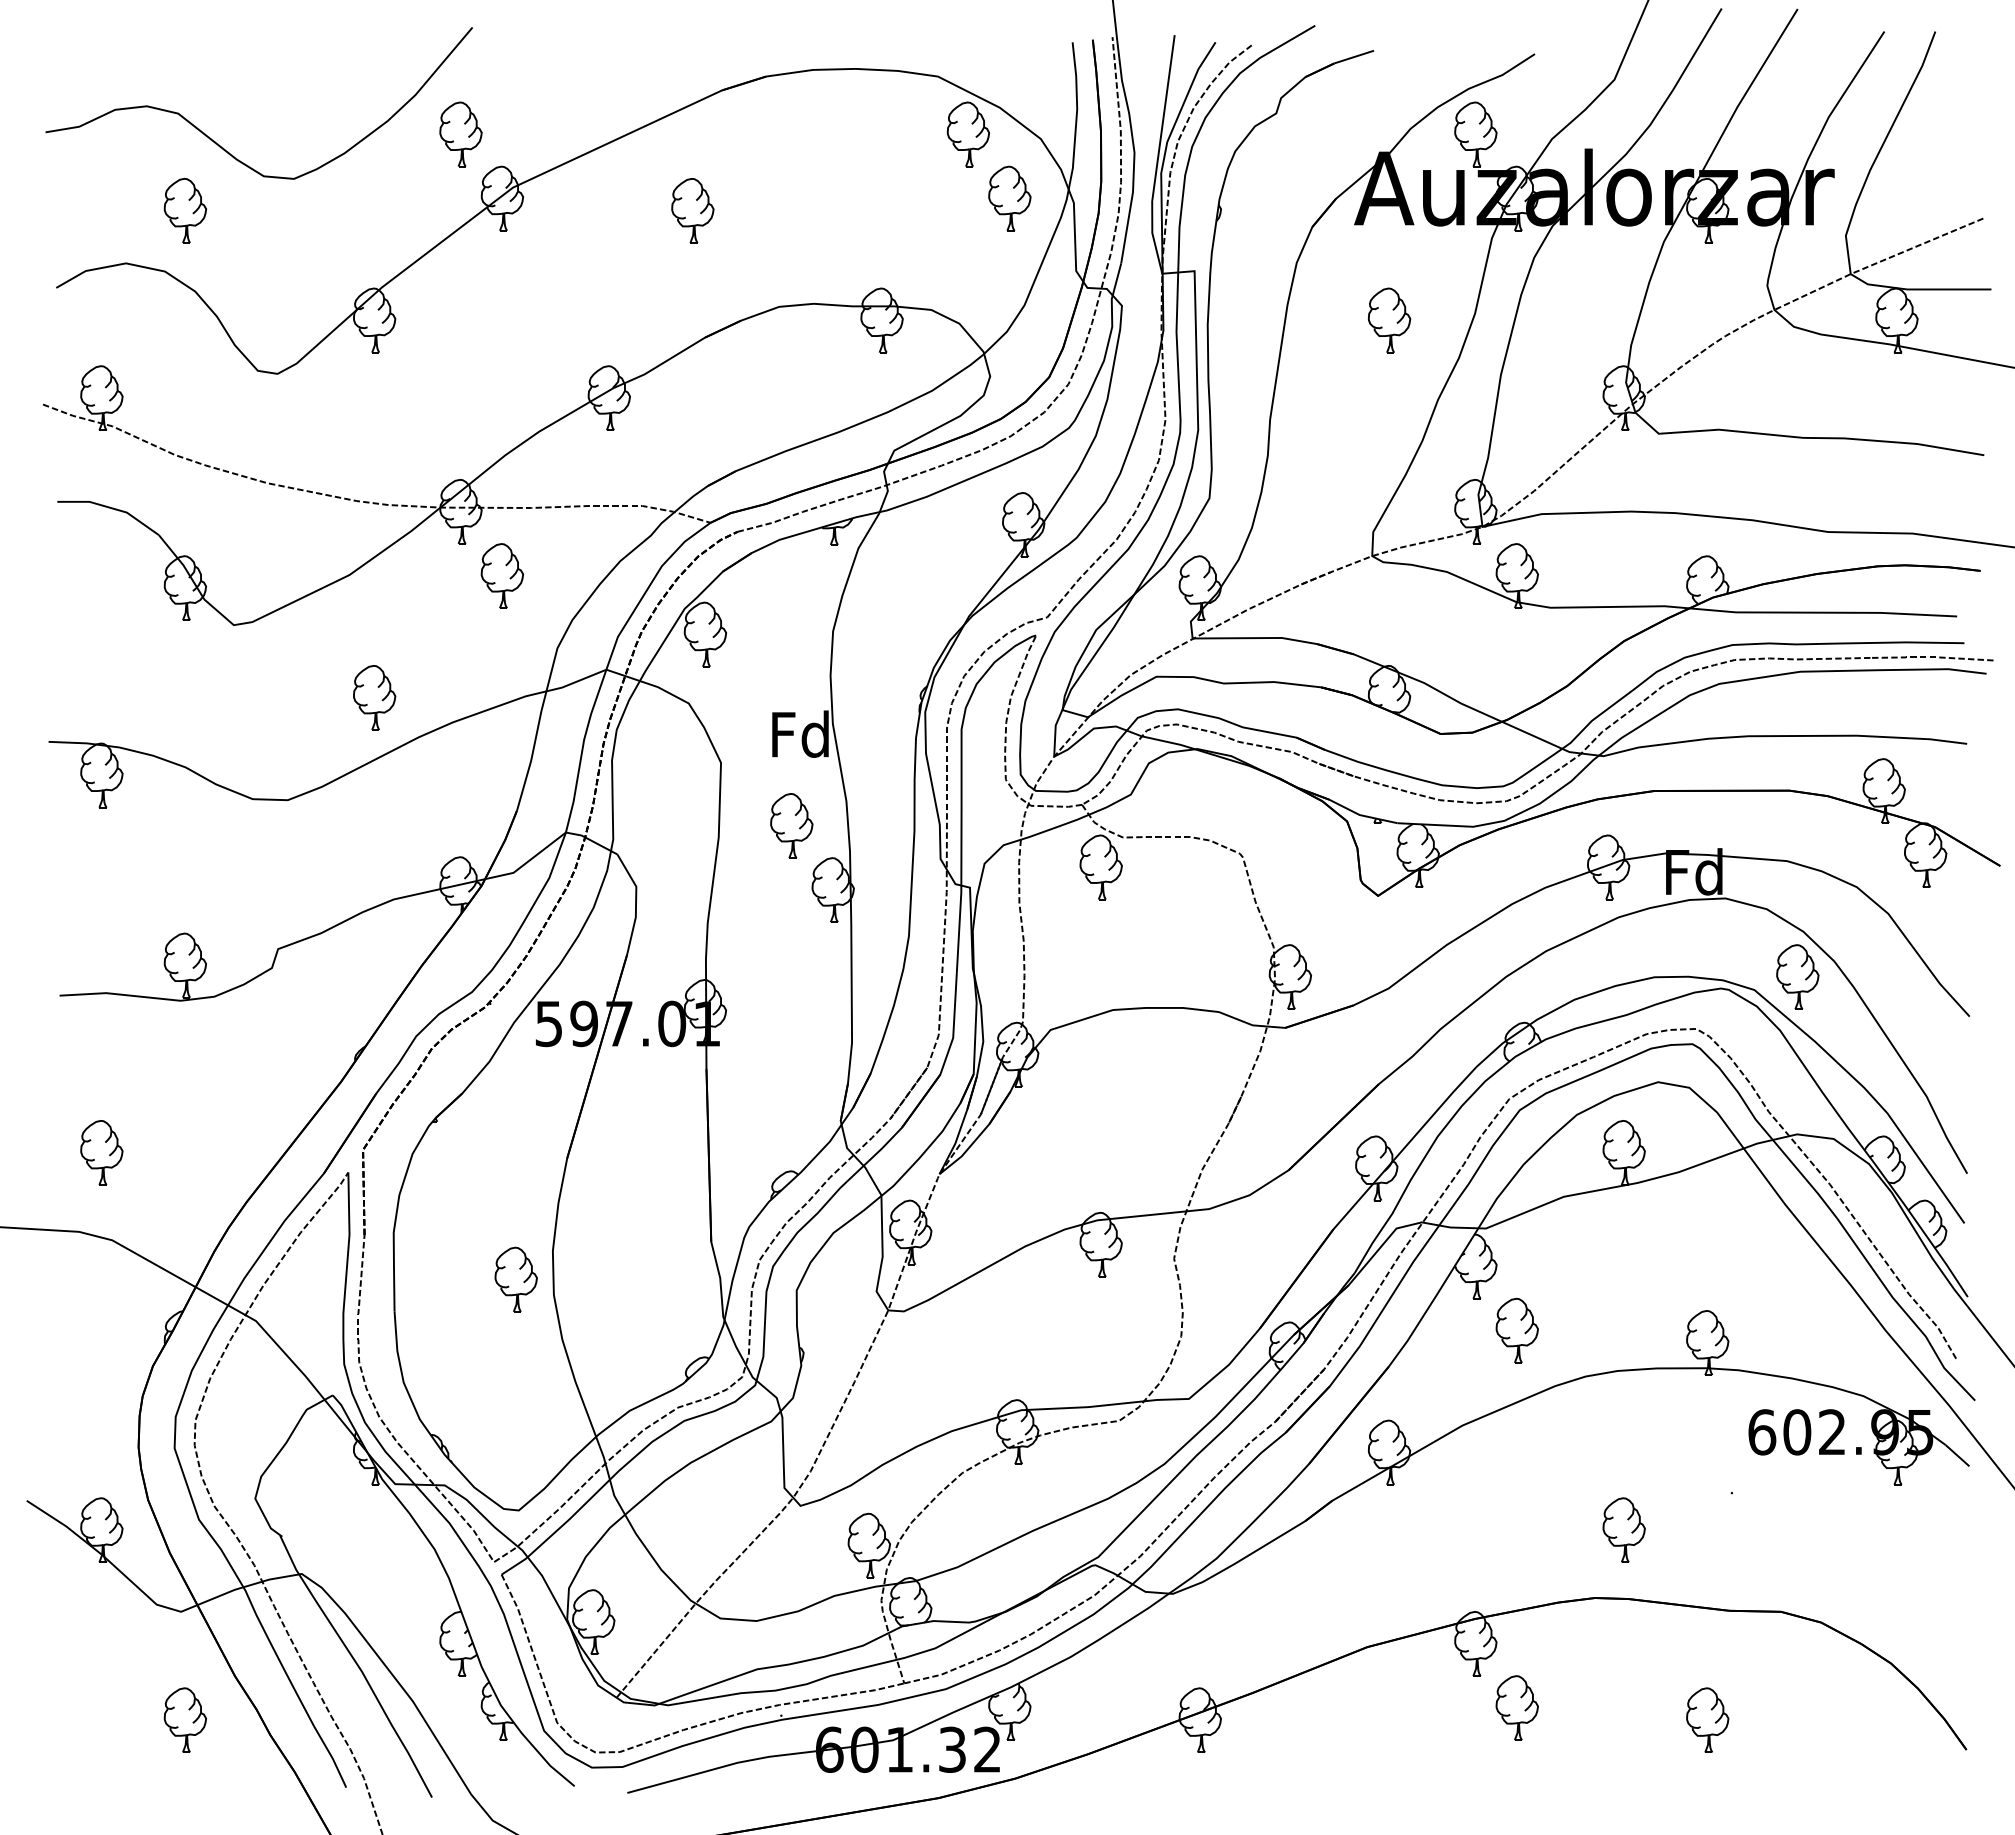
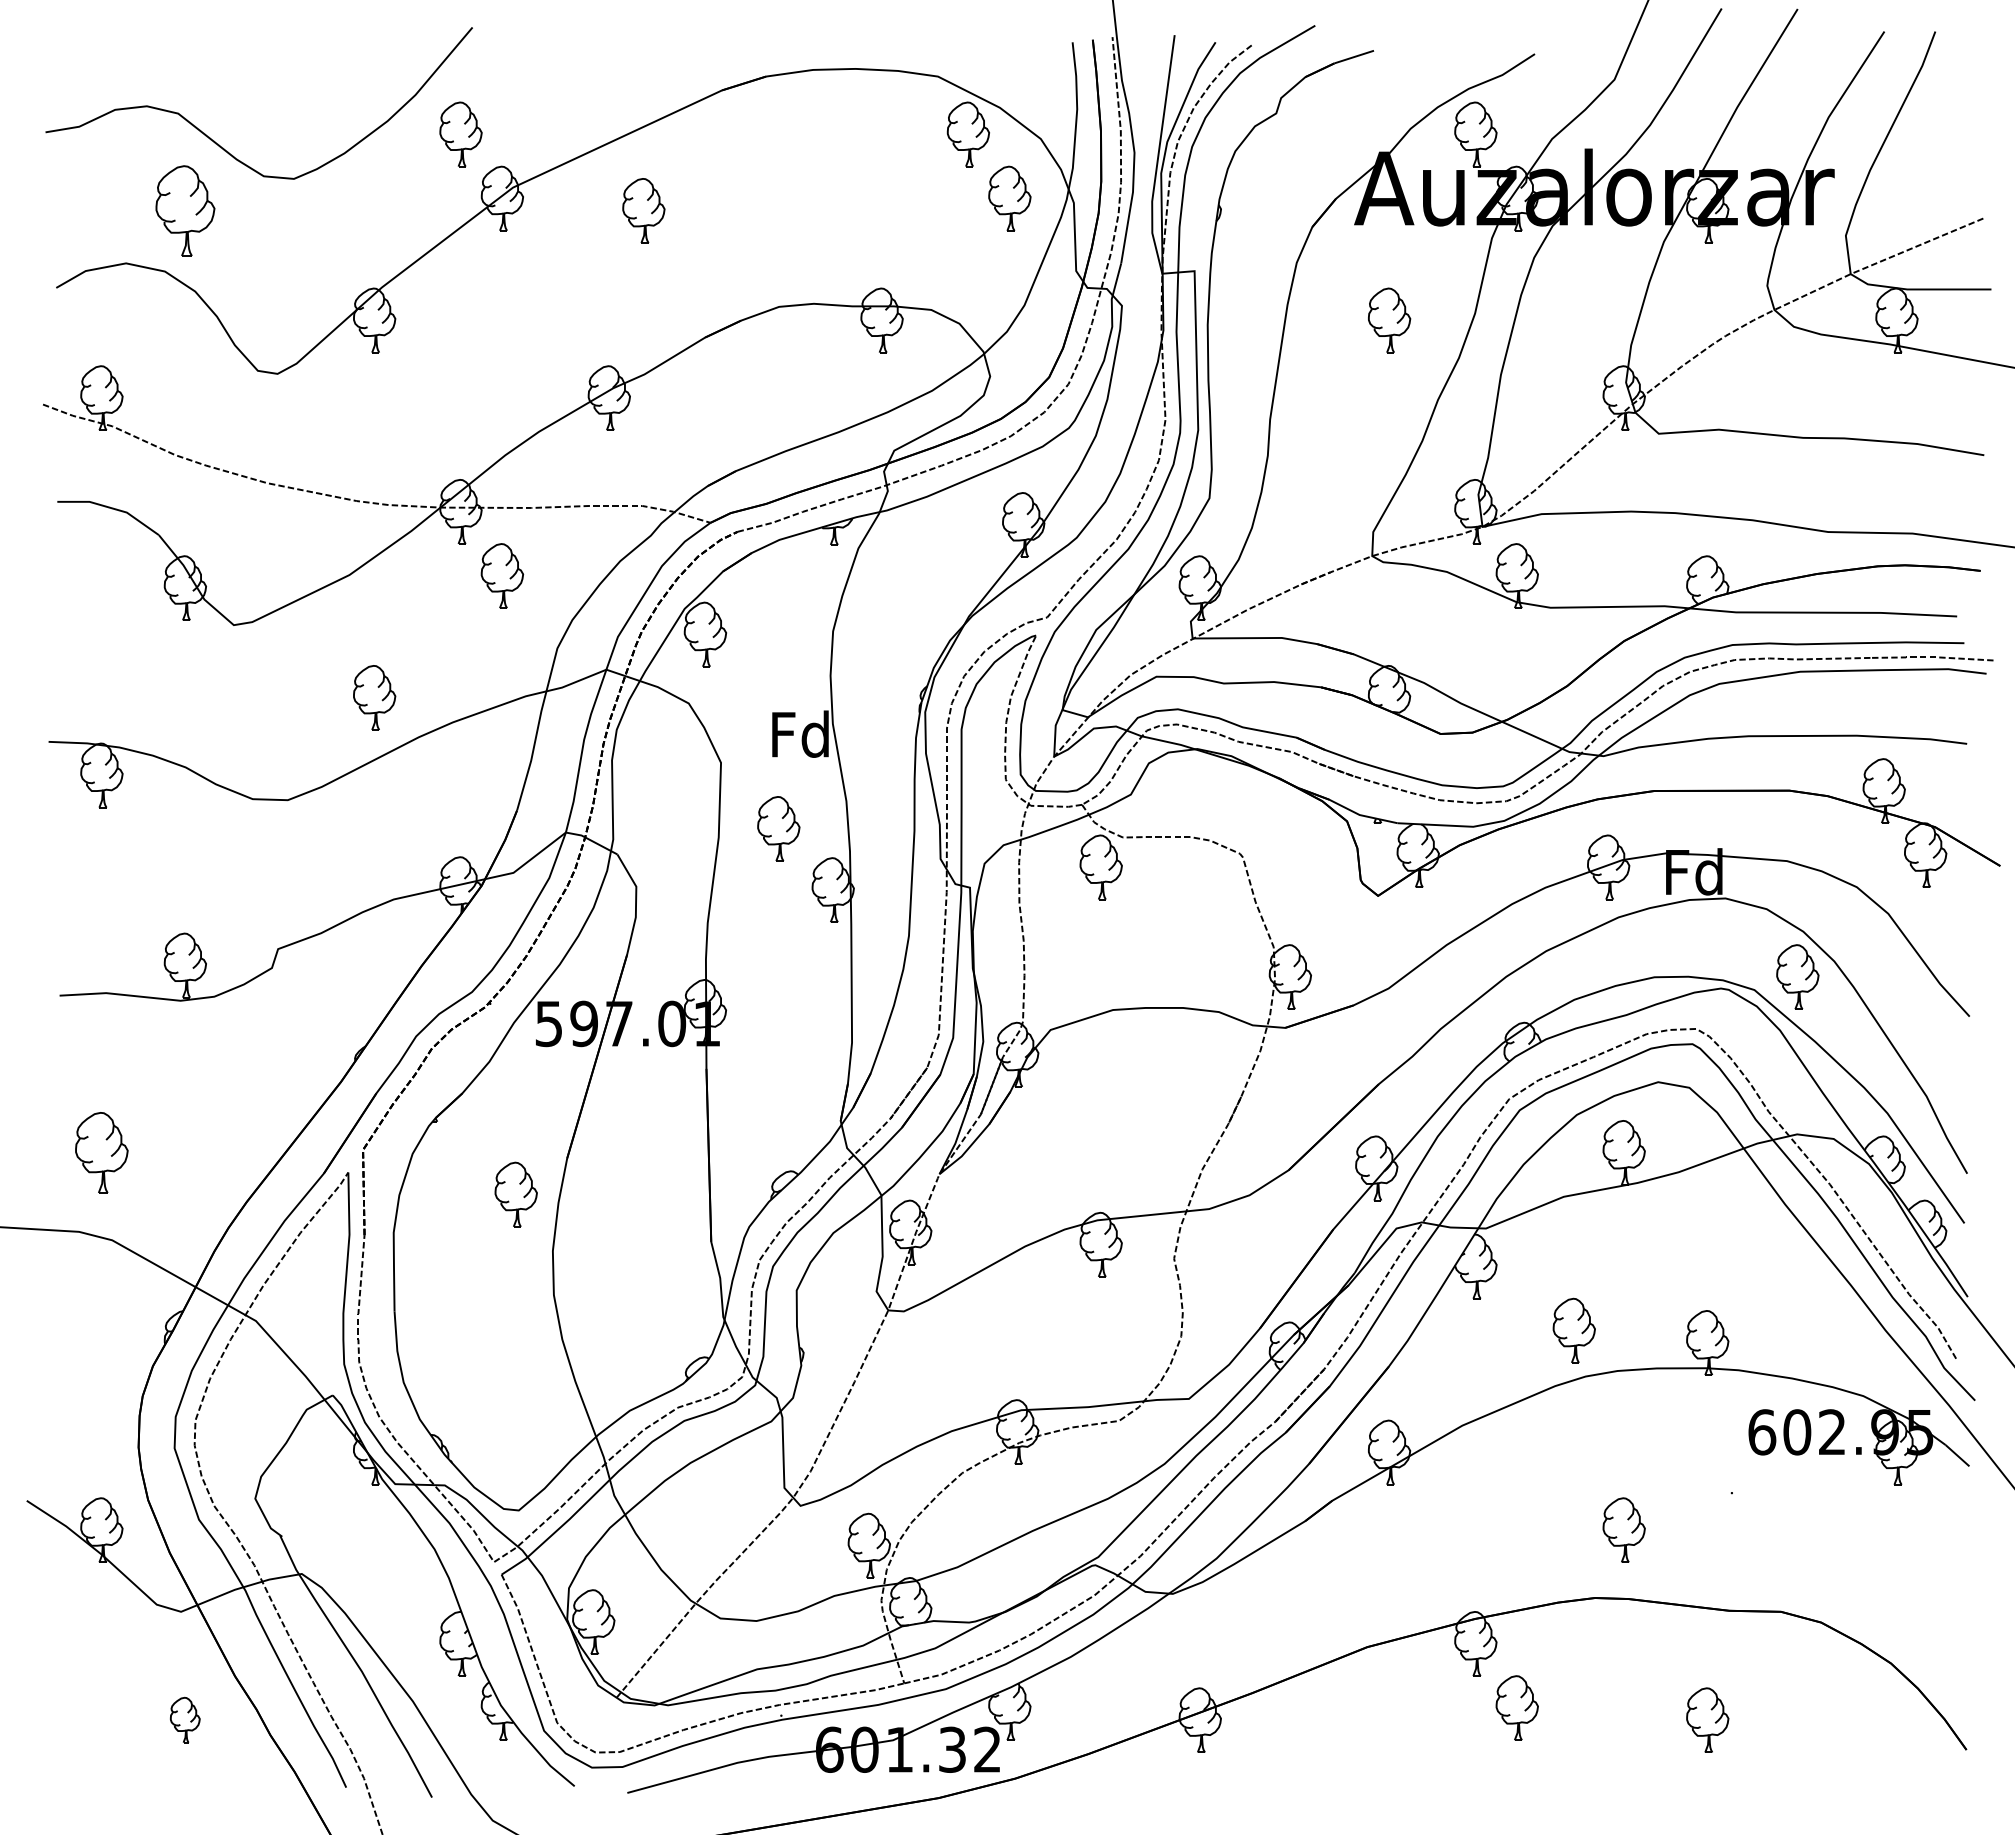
part at (185, 210) size: 45x67 px -> 61x92 px
part at (692, 210) position: (692, 210) -> (643, 210)
part at (791, 825) position: (791, 825) -> (778, 828)
part at (101, 1152) size: 44x66 px -> 54x82 px
part at (515, 1279) position: (515, 1279) -> (515, 1194)
part at (1516, 1330) position: (1516, 1330) -> (1573, 1330)
part at (184, 1719) size: 44x66 px -> 31x48 px
